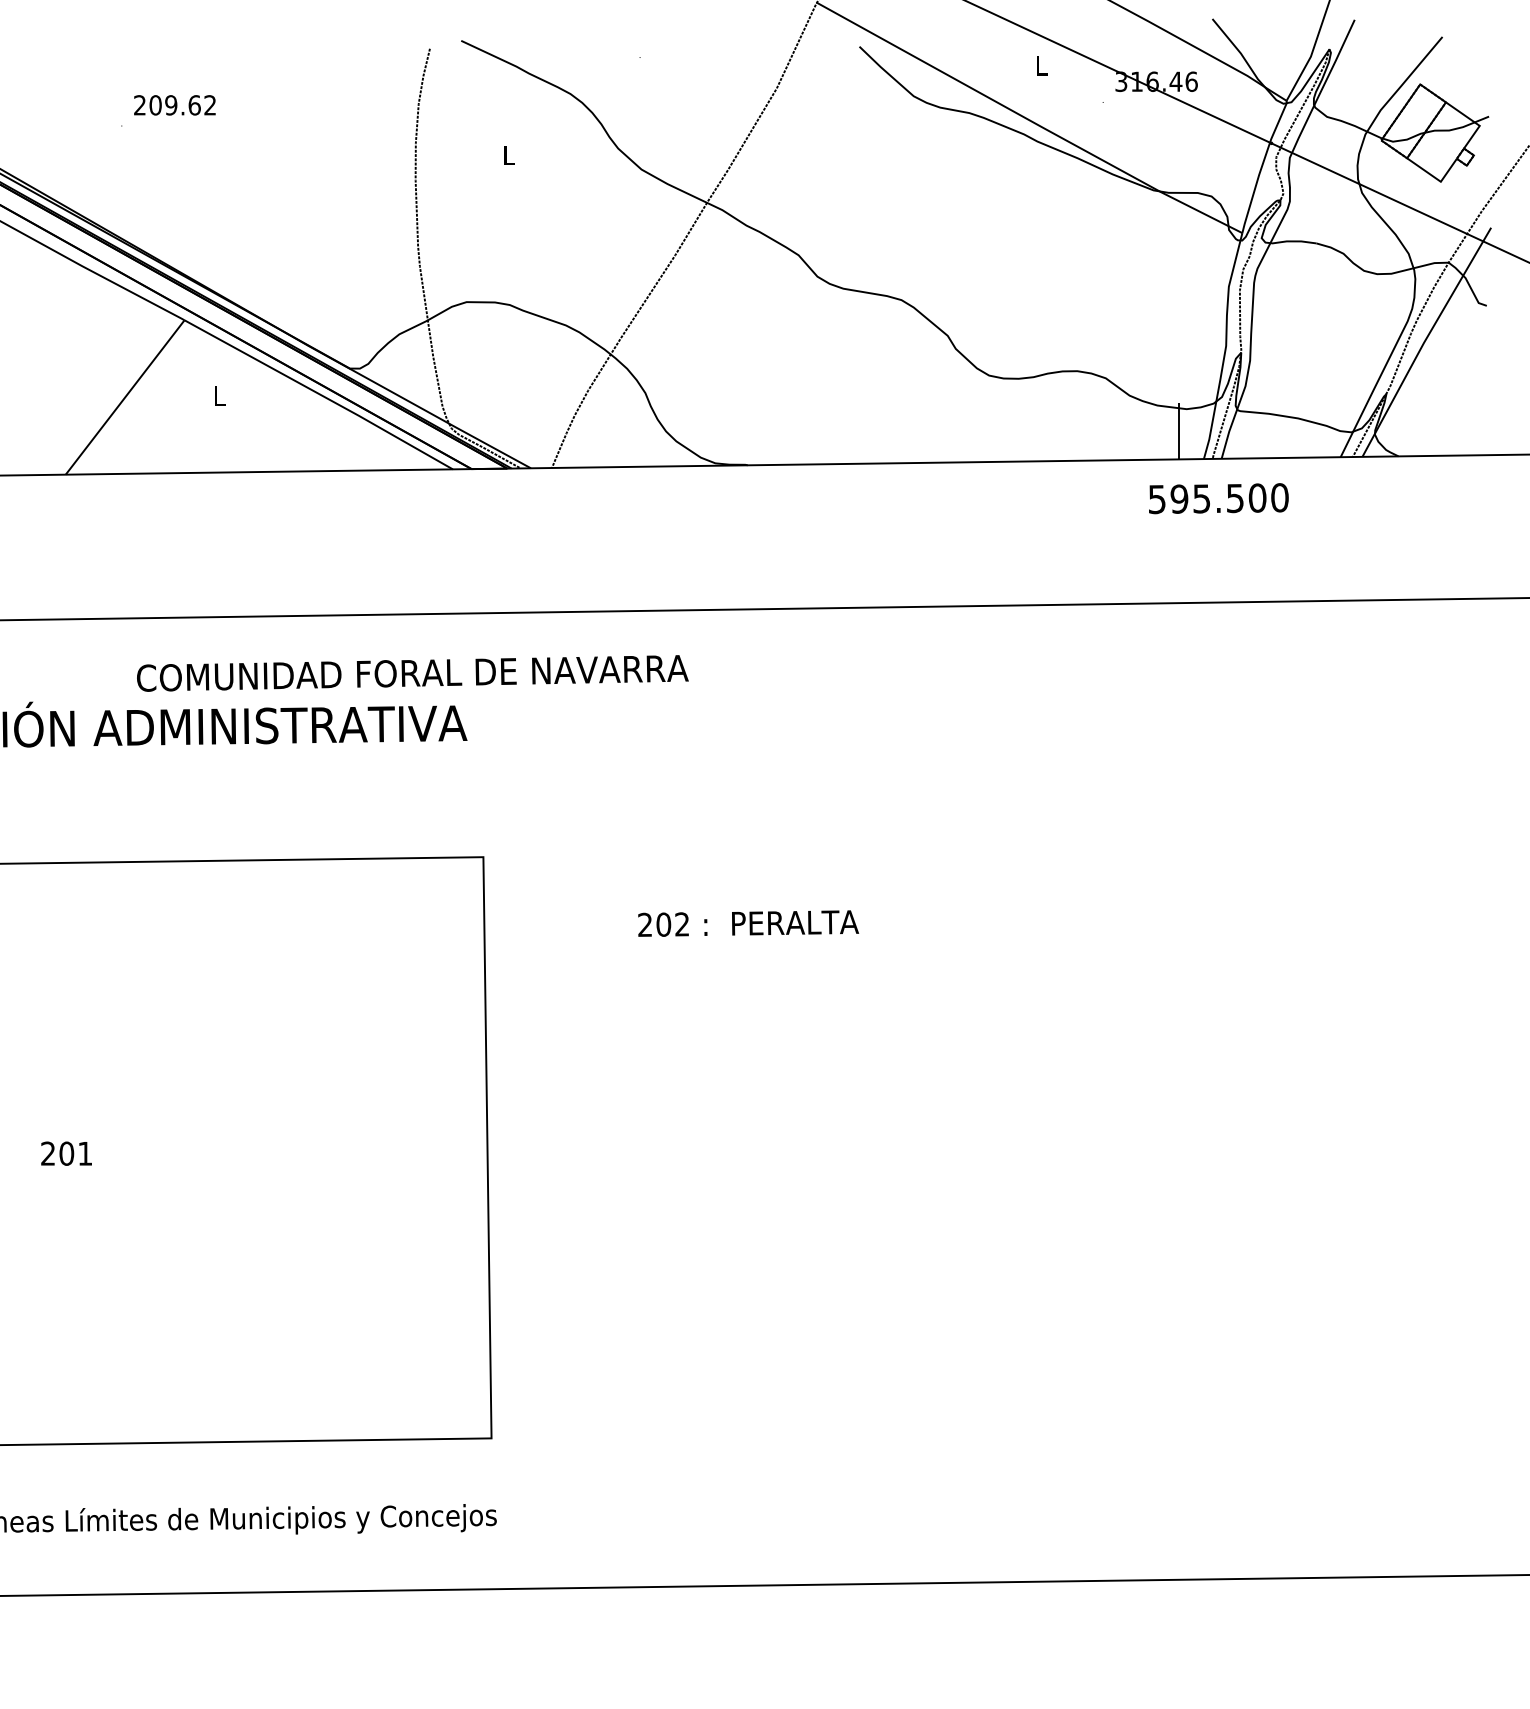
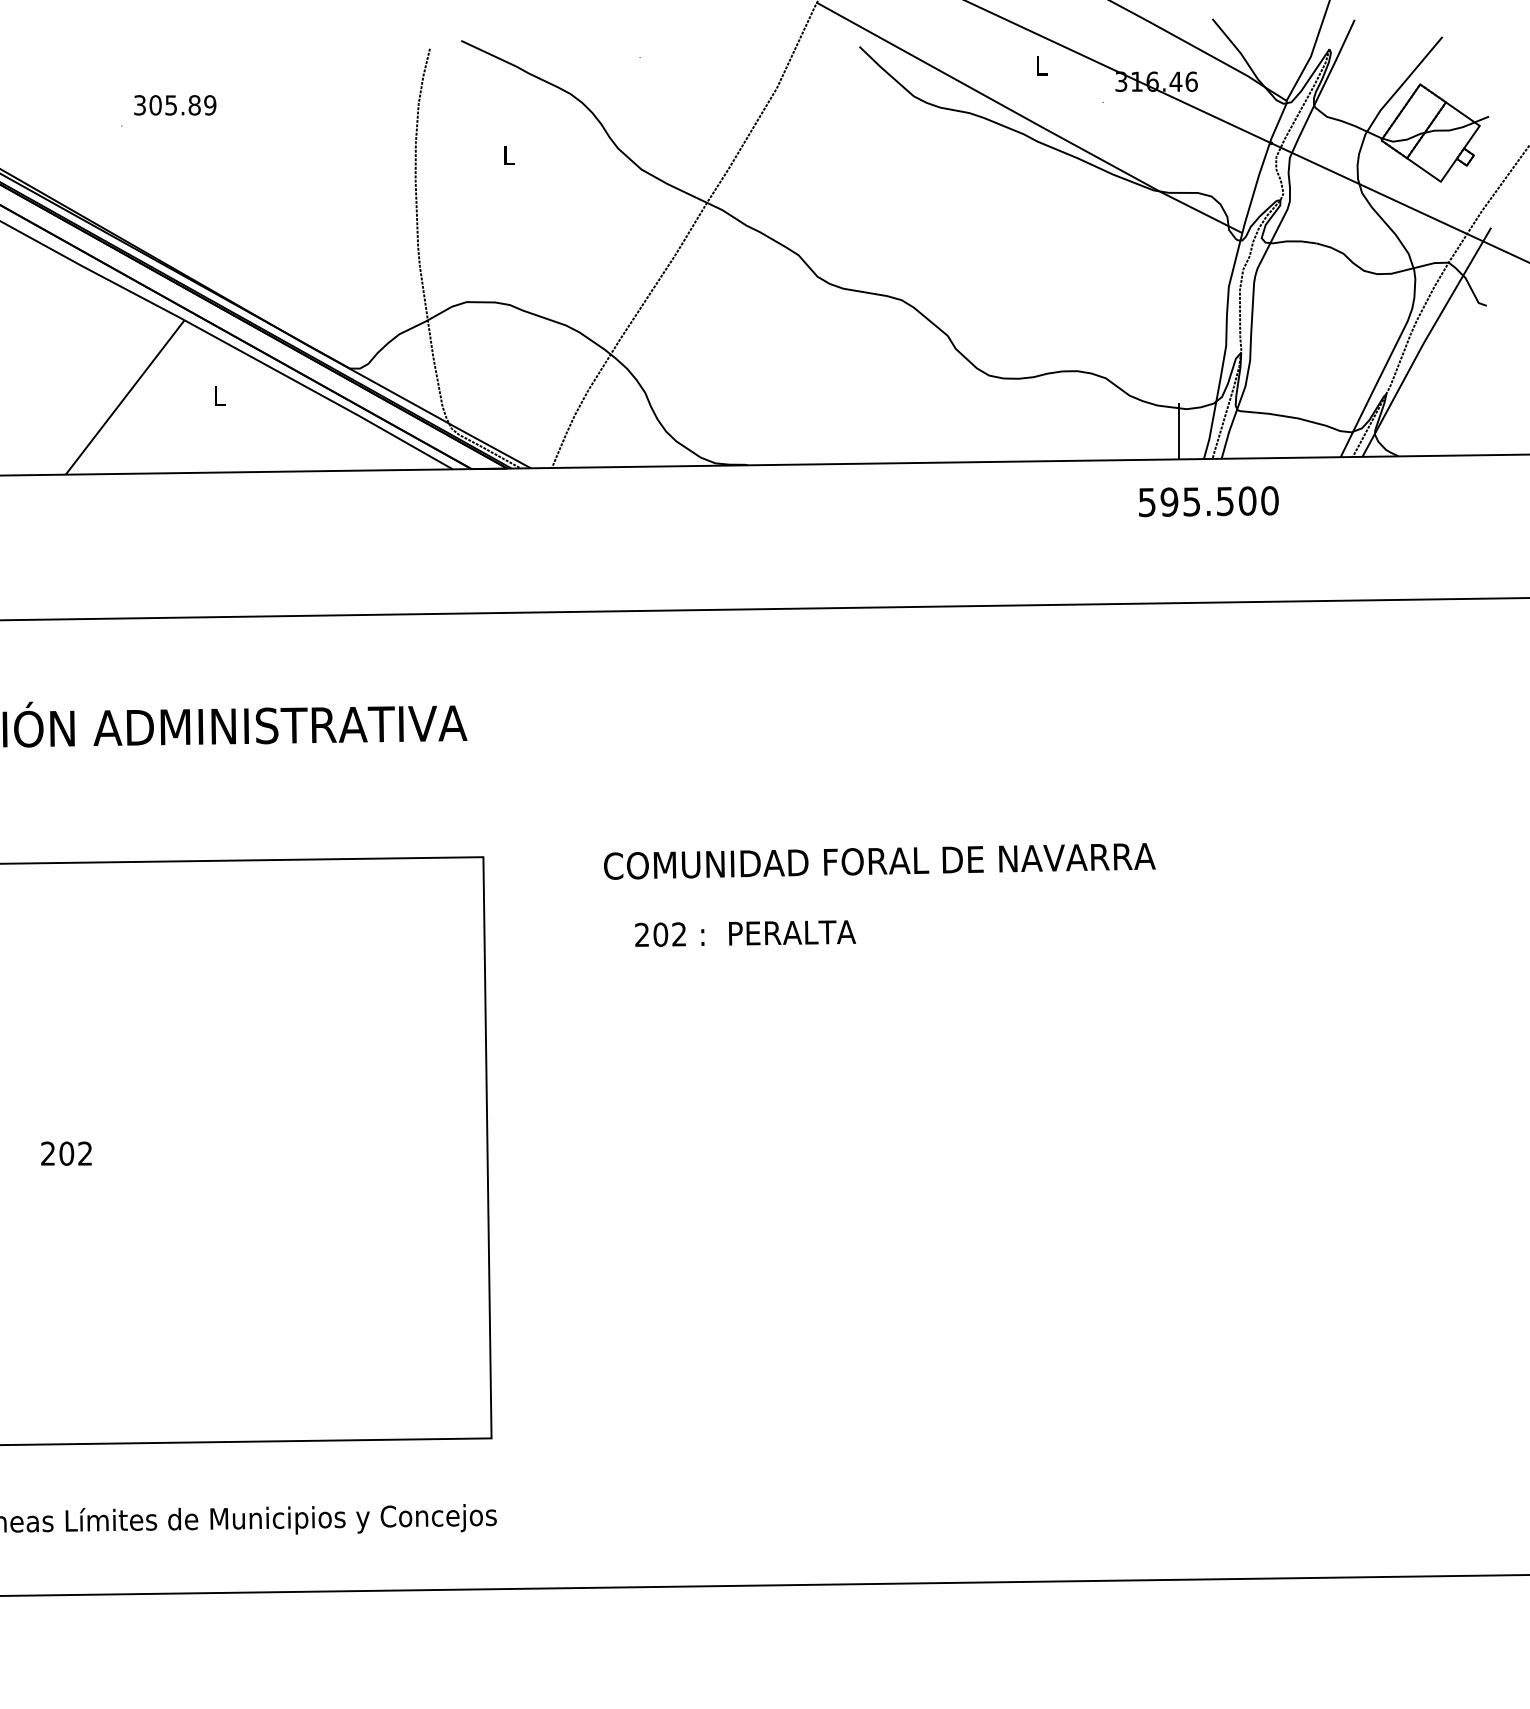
text at (175, 105): 209.62 -> 305.89
text at (1218, 498) position: (1218, 498) -> (1208, 501)
text at (412, 673) position: (412, 673) -> (879, 861)
text at (748, 923) position: (748, 923) -> (745, 933)
text at (84, 1153): 201 -> 202
